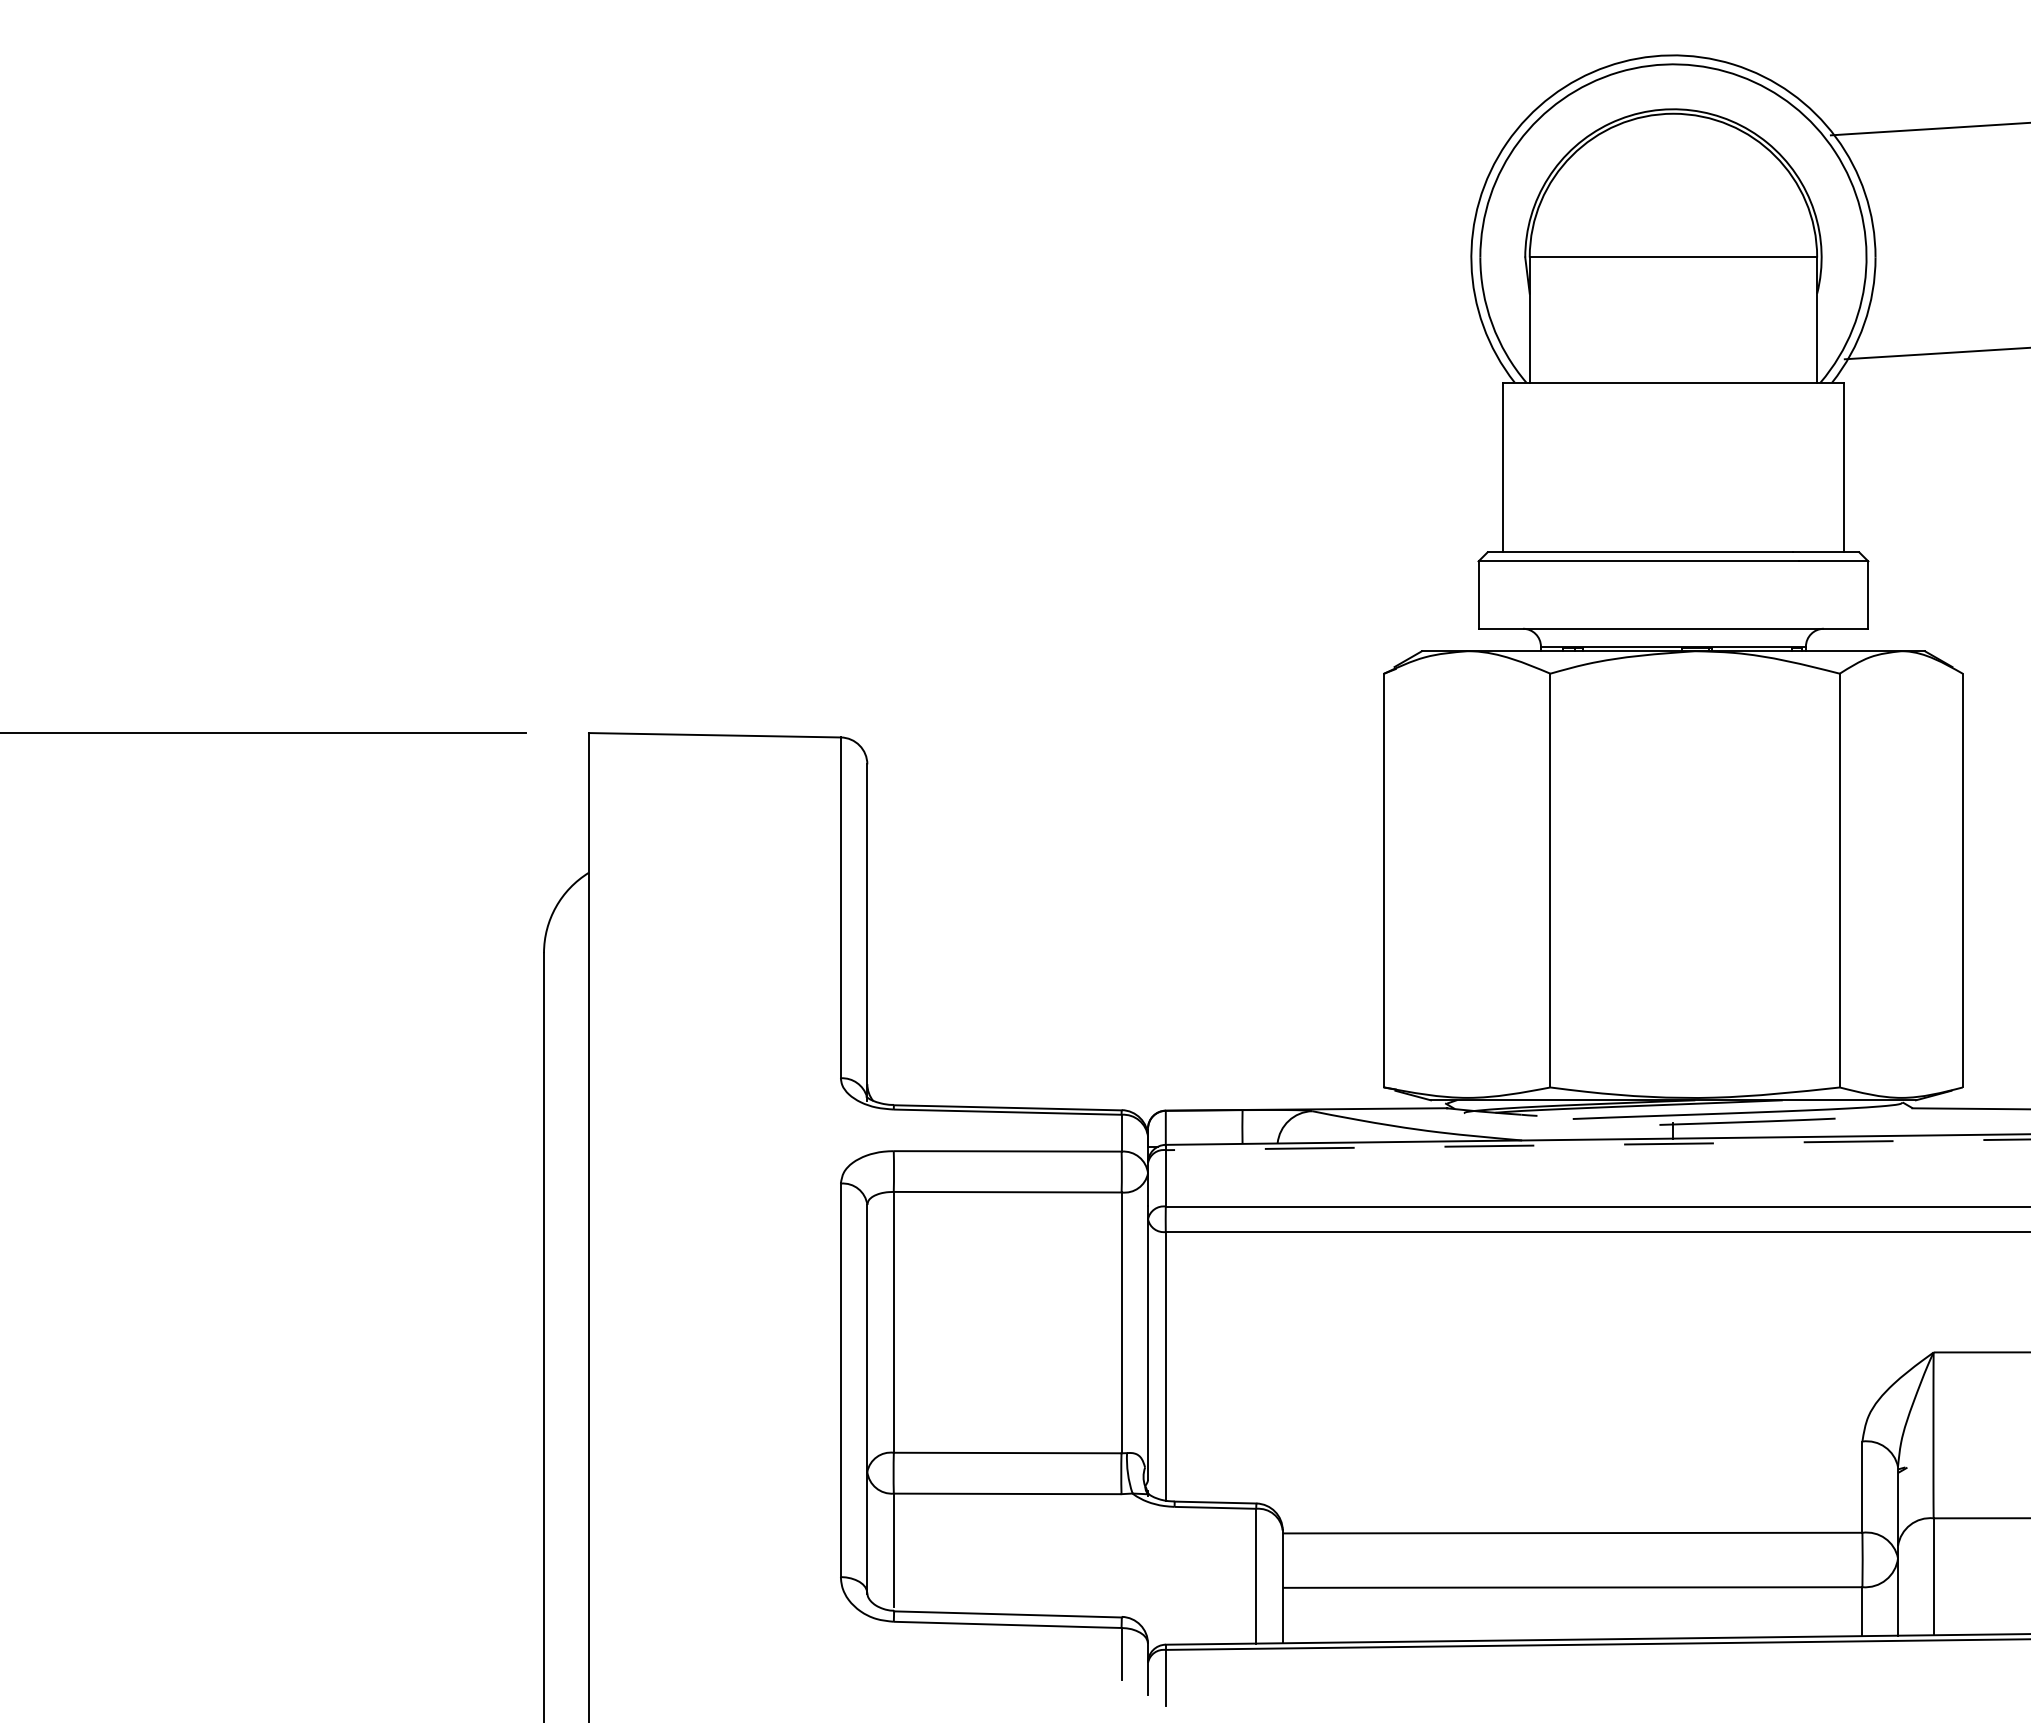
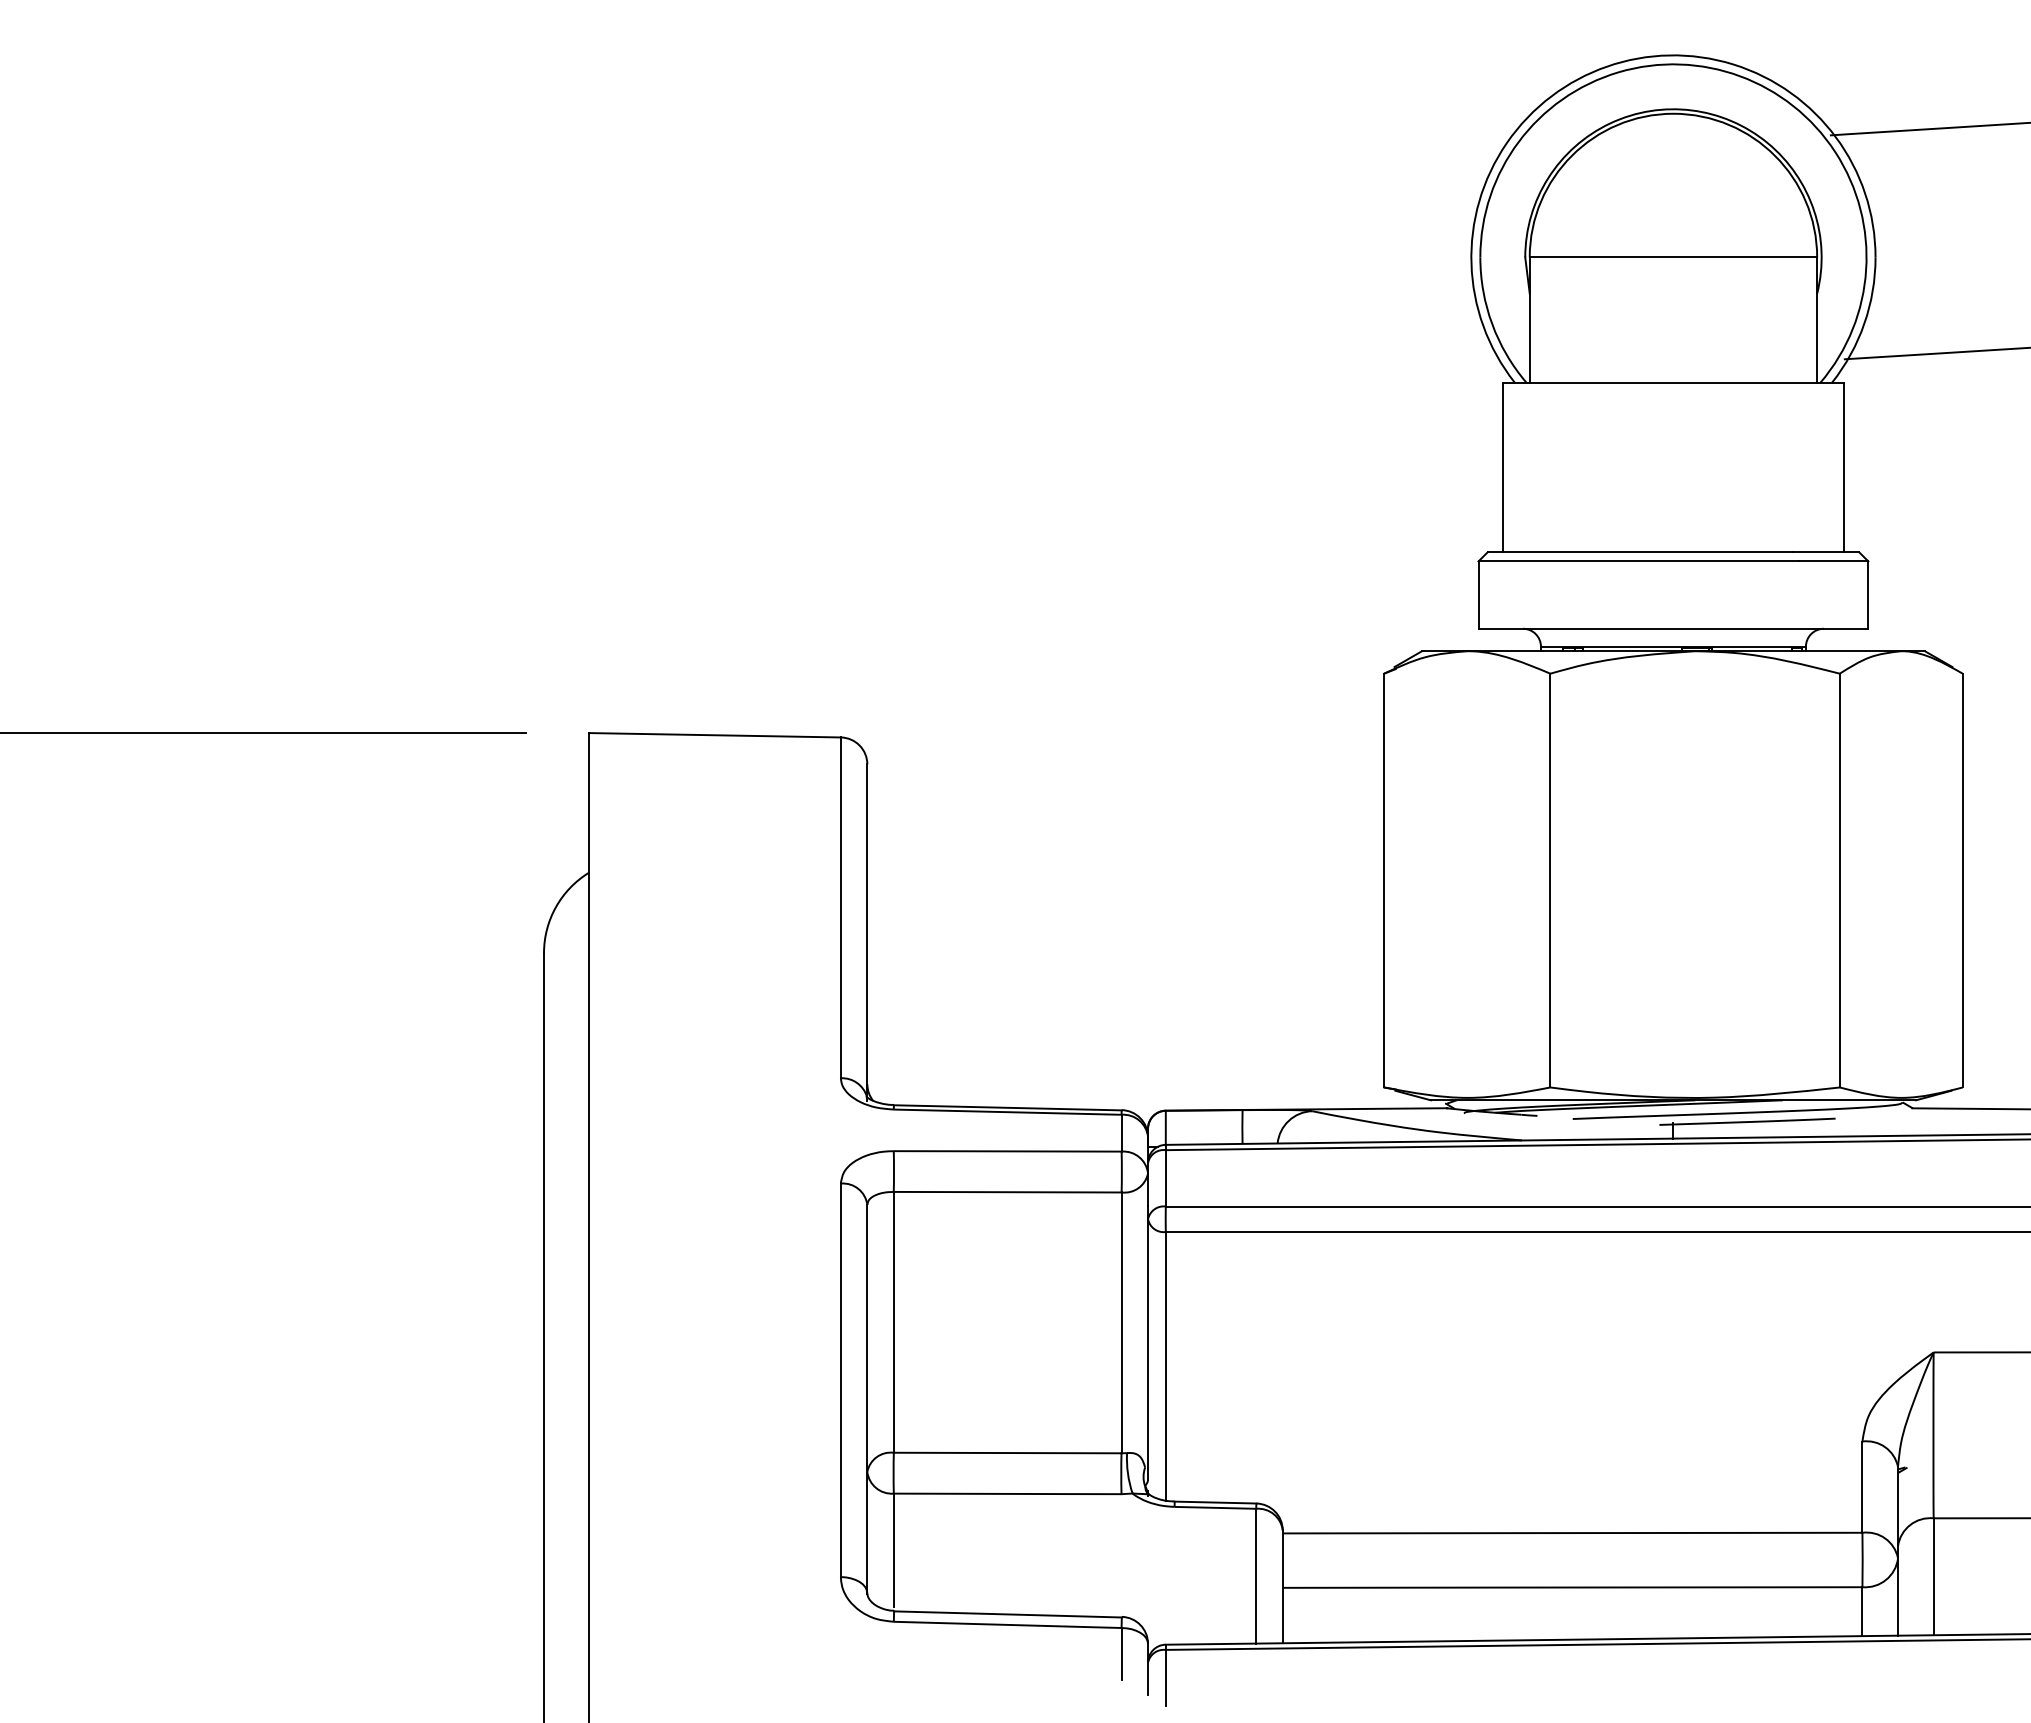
line at (1598, 1144): dashed -> solid
